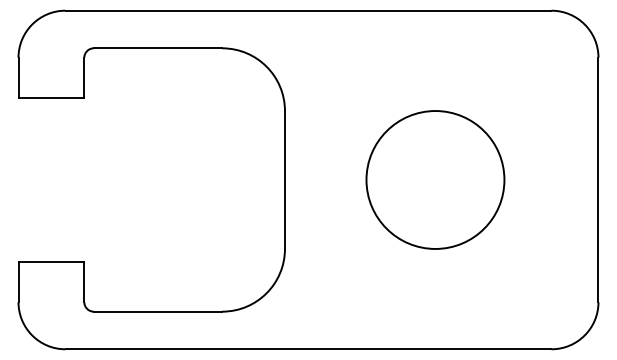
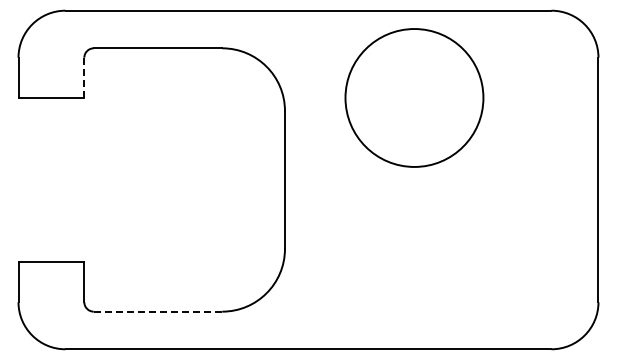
line at (84, 77): solid -> dashed
circle at (435, 179) position: (435, 179) -> (414, 97)
line at (157, 311): solid -> dashed
